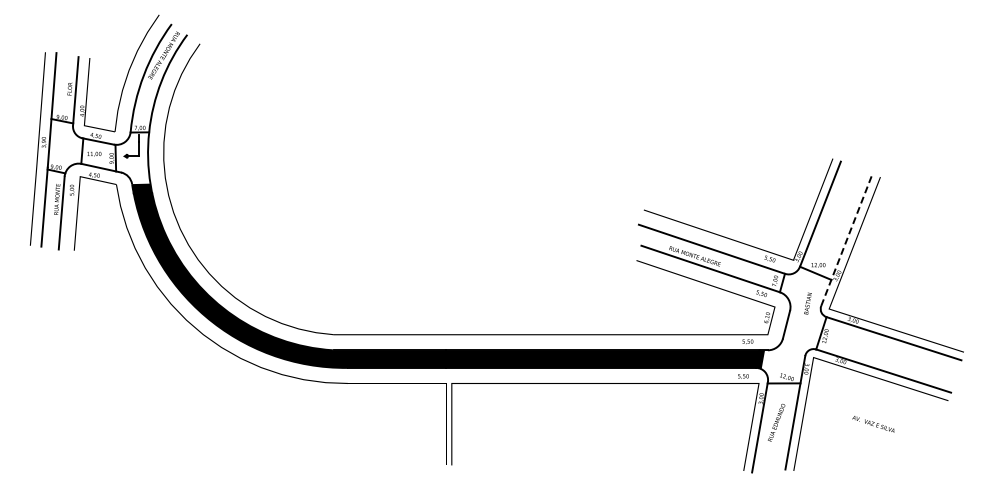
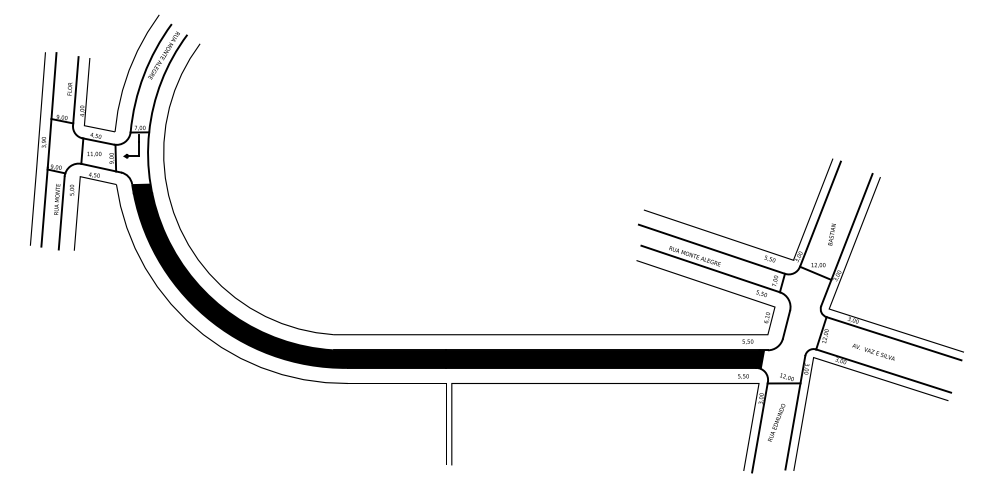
line at (846, 239): dashed -> solid
text at (807, 303) position: (807, 303) -> (831, 234)
text at (873, 424) position: (873, 424) -> (873, 352)
